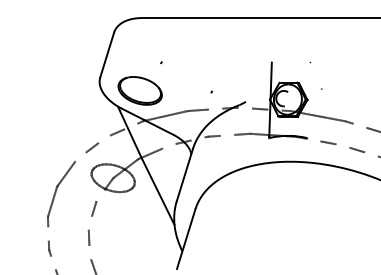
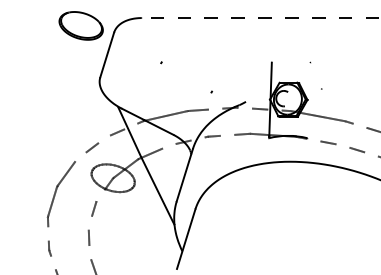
line at (260, 18): solid -> dashed
part at (139, 90) position: (139, 90) -> (80, 25)
